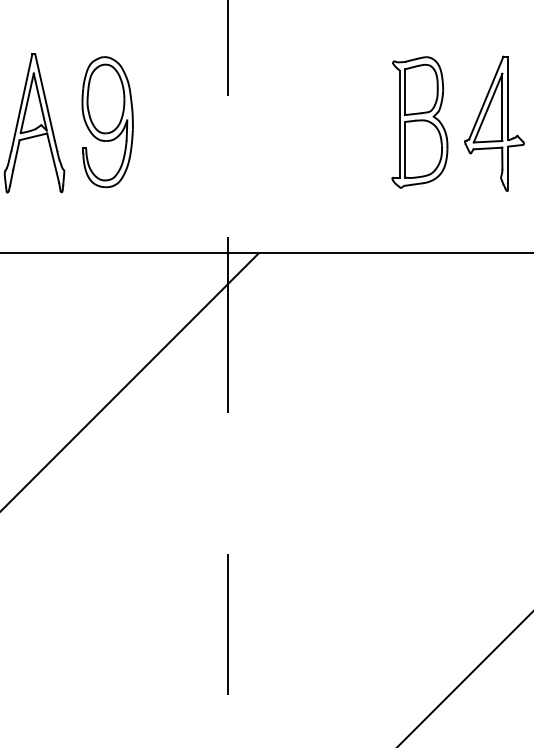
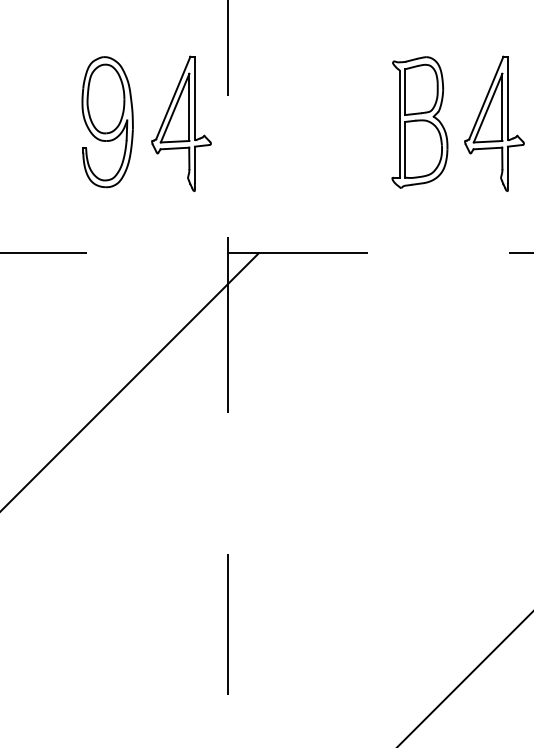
part at (34, 123): present -> none
part at (181, 123): none -> present
line at (266, 252): solid -> dashed
